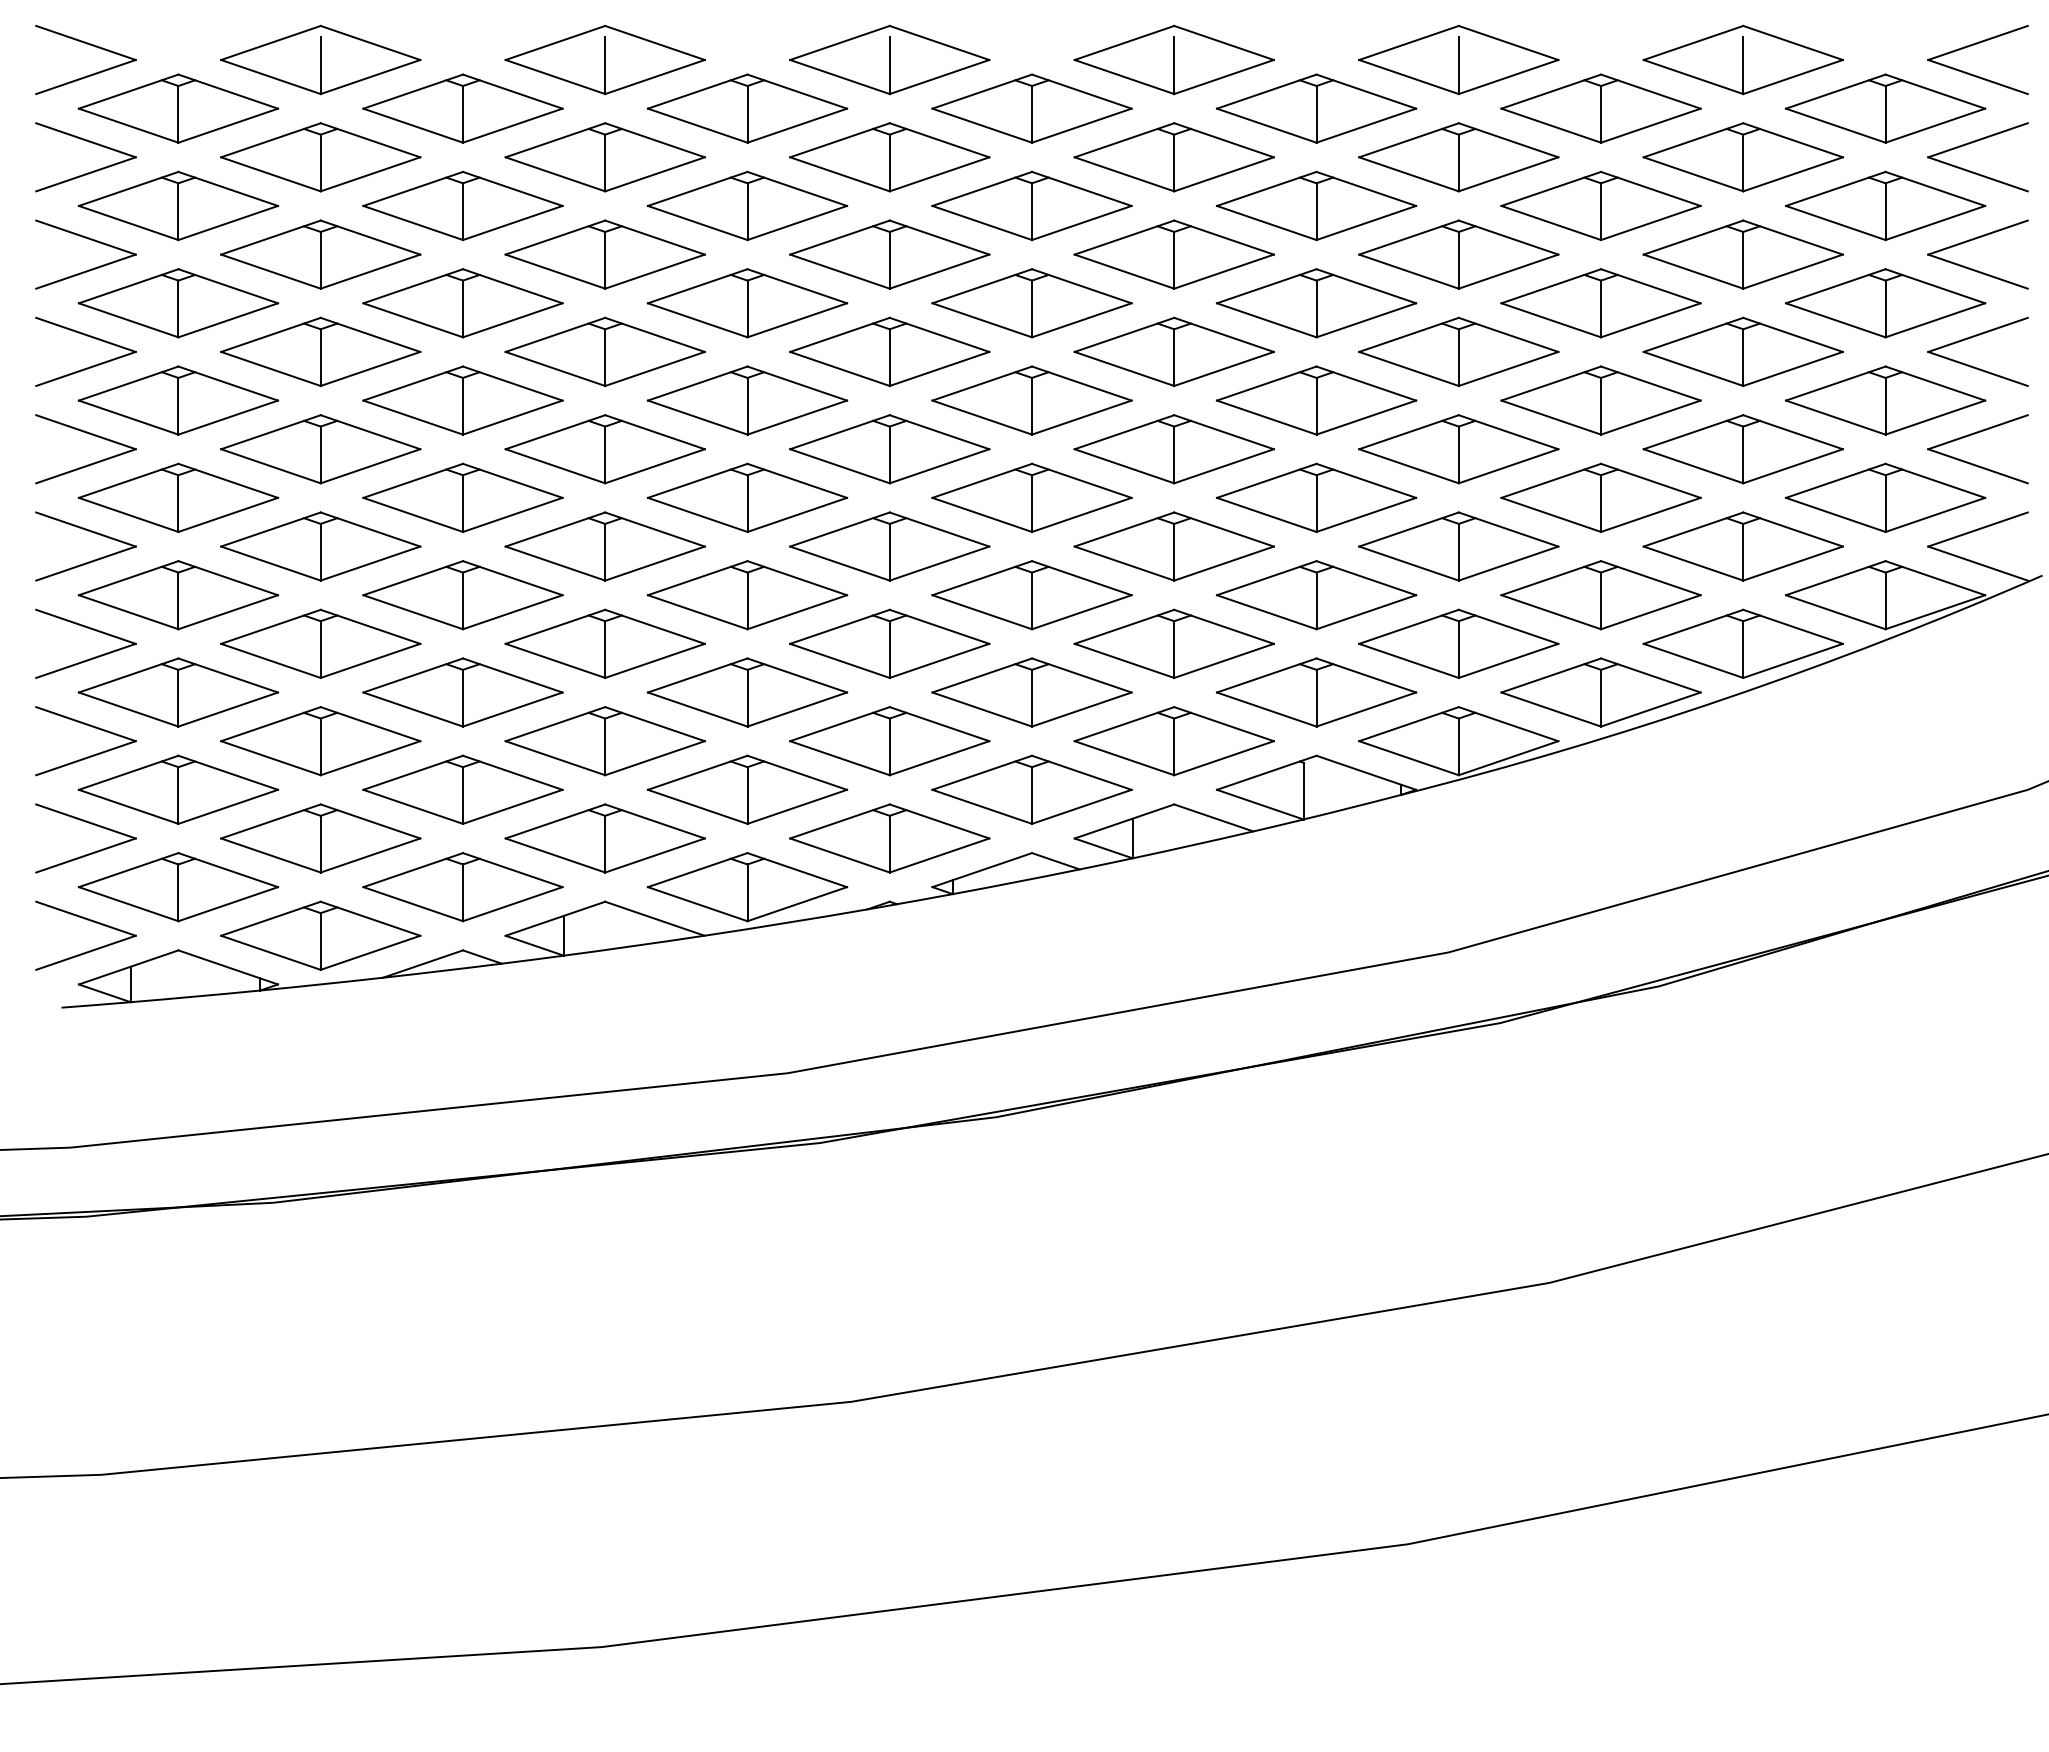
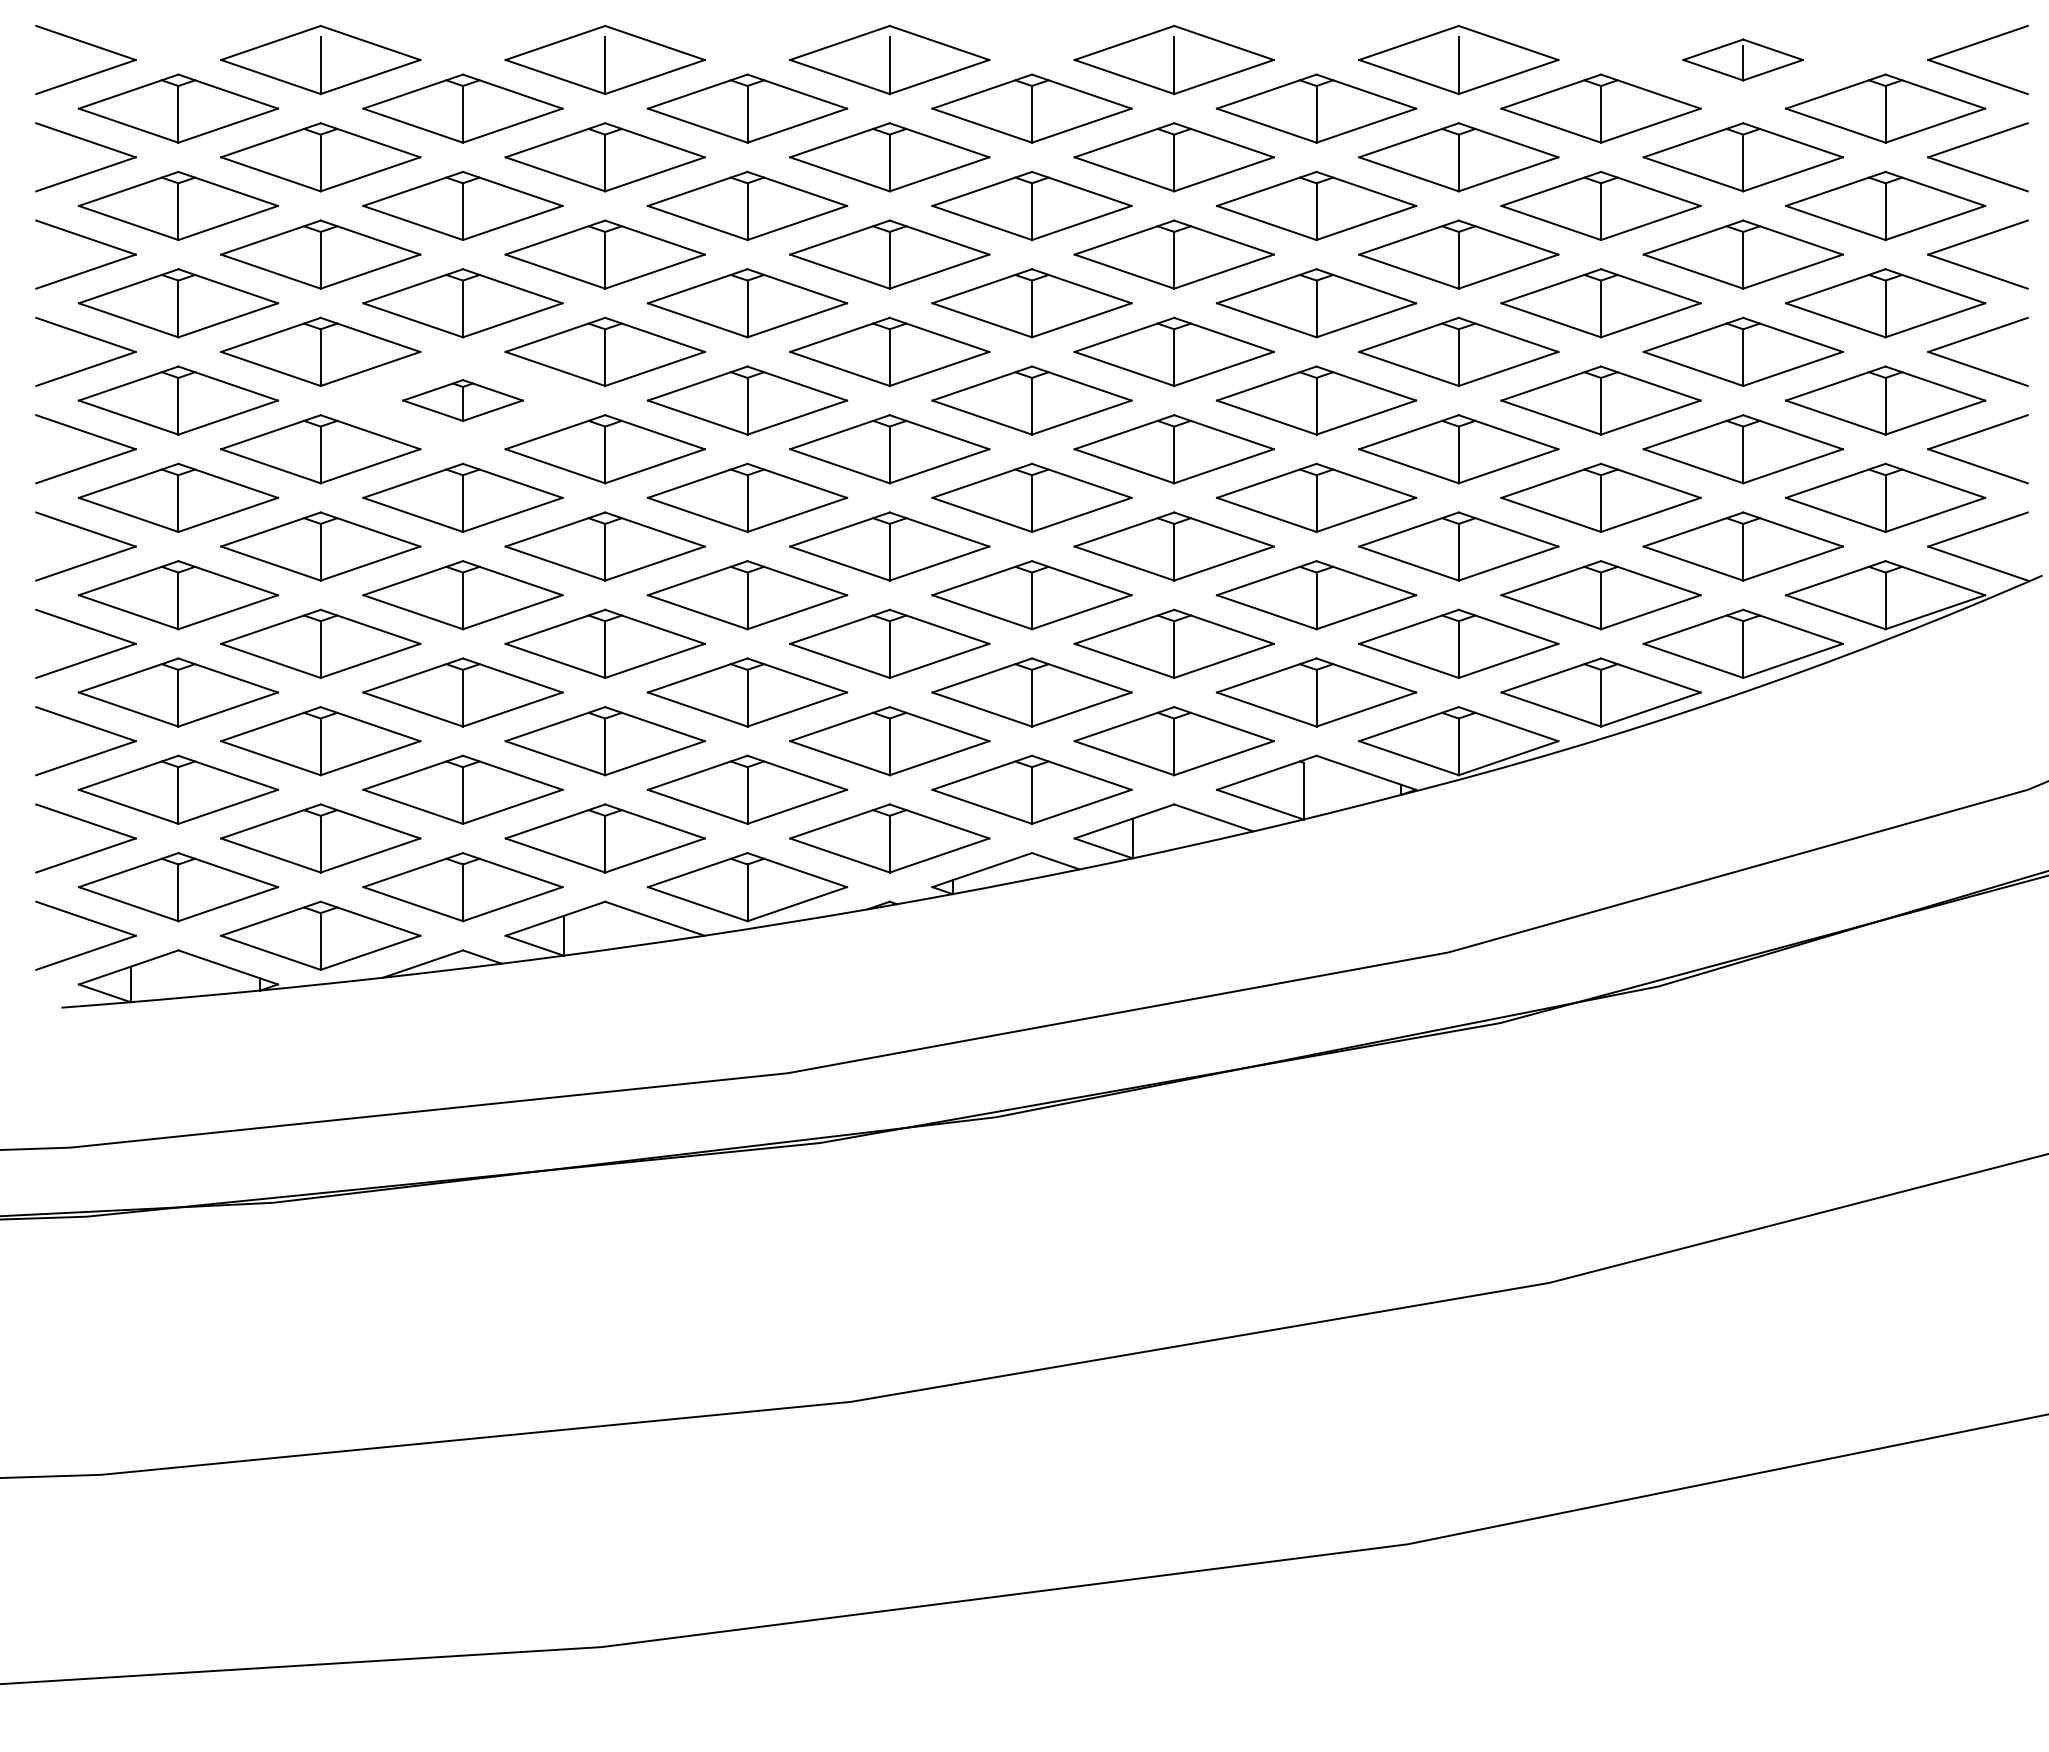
part at (1742, 59) size: 202x72 px -> 122x44 px
part at (462, 400) size: 202x71 px -> 122x43 px
